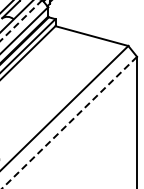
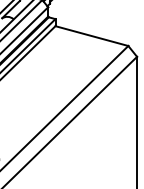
line at (20, 20): dashed -> solid
line at (69, 123): dashed -> solid
